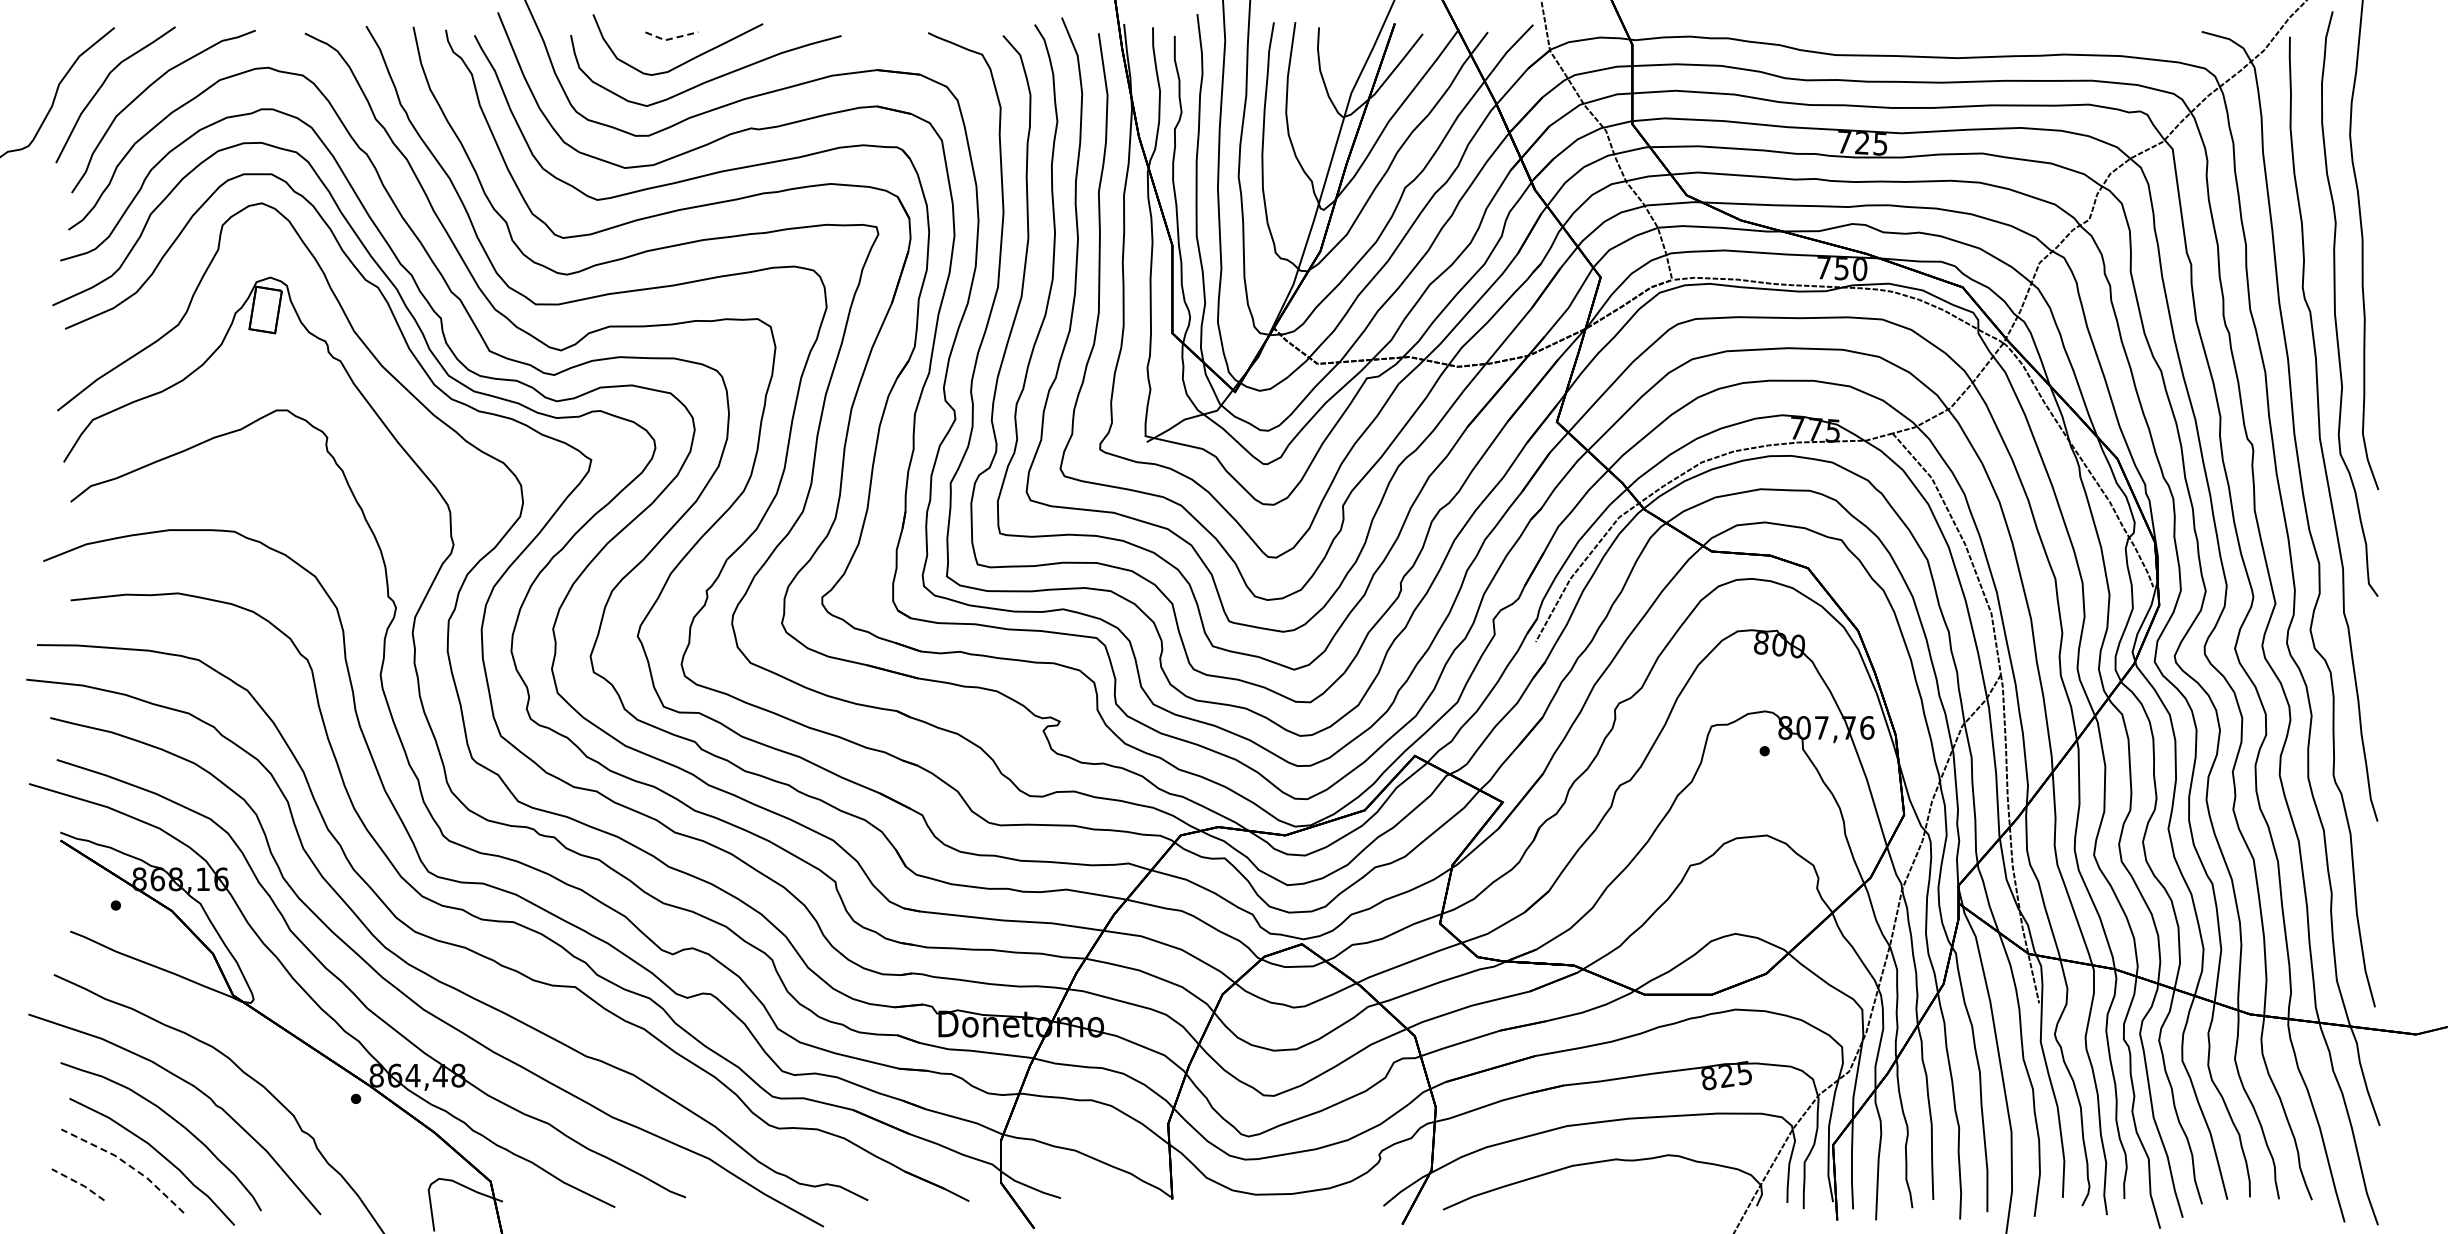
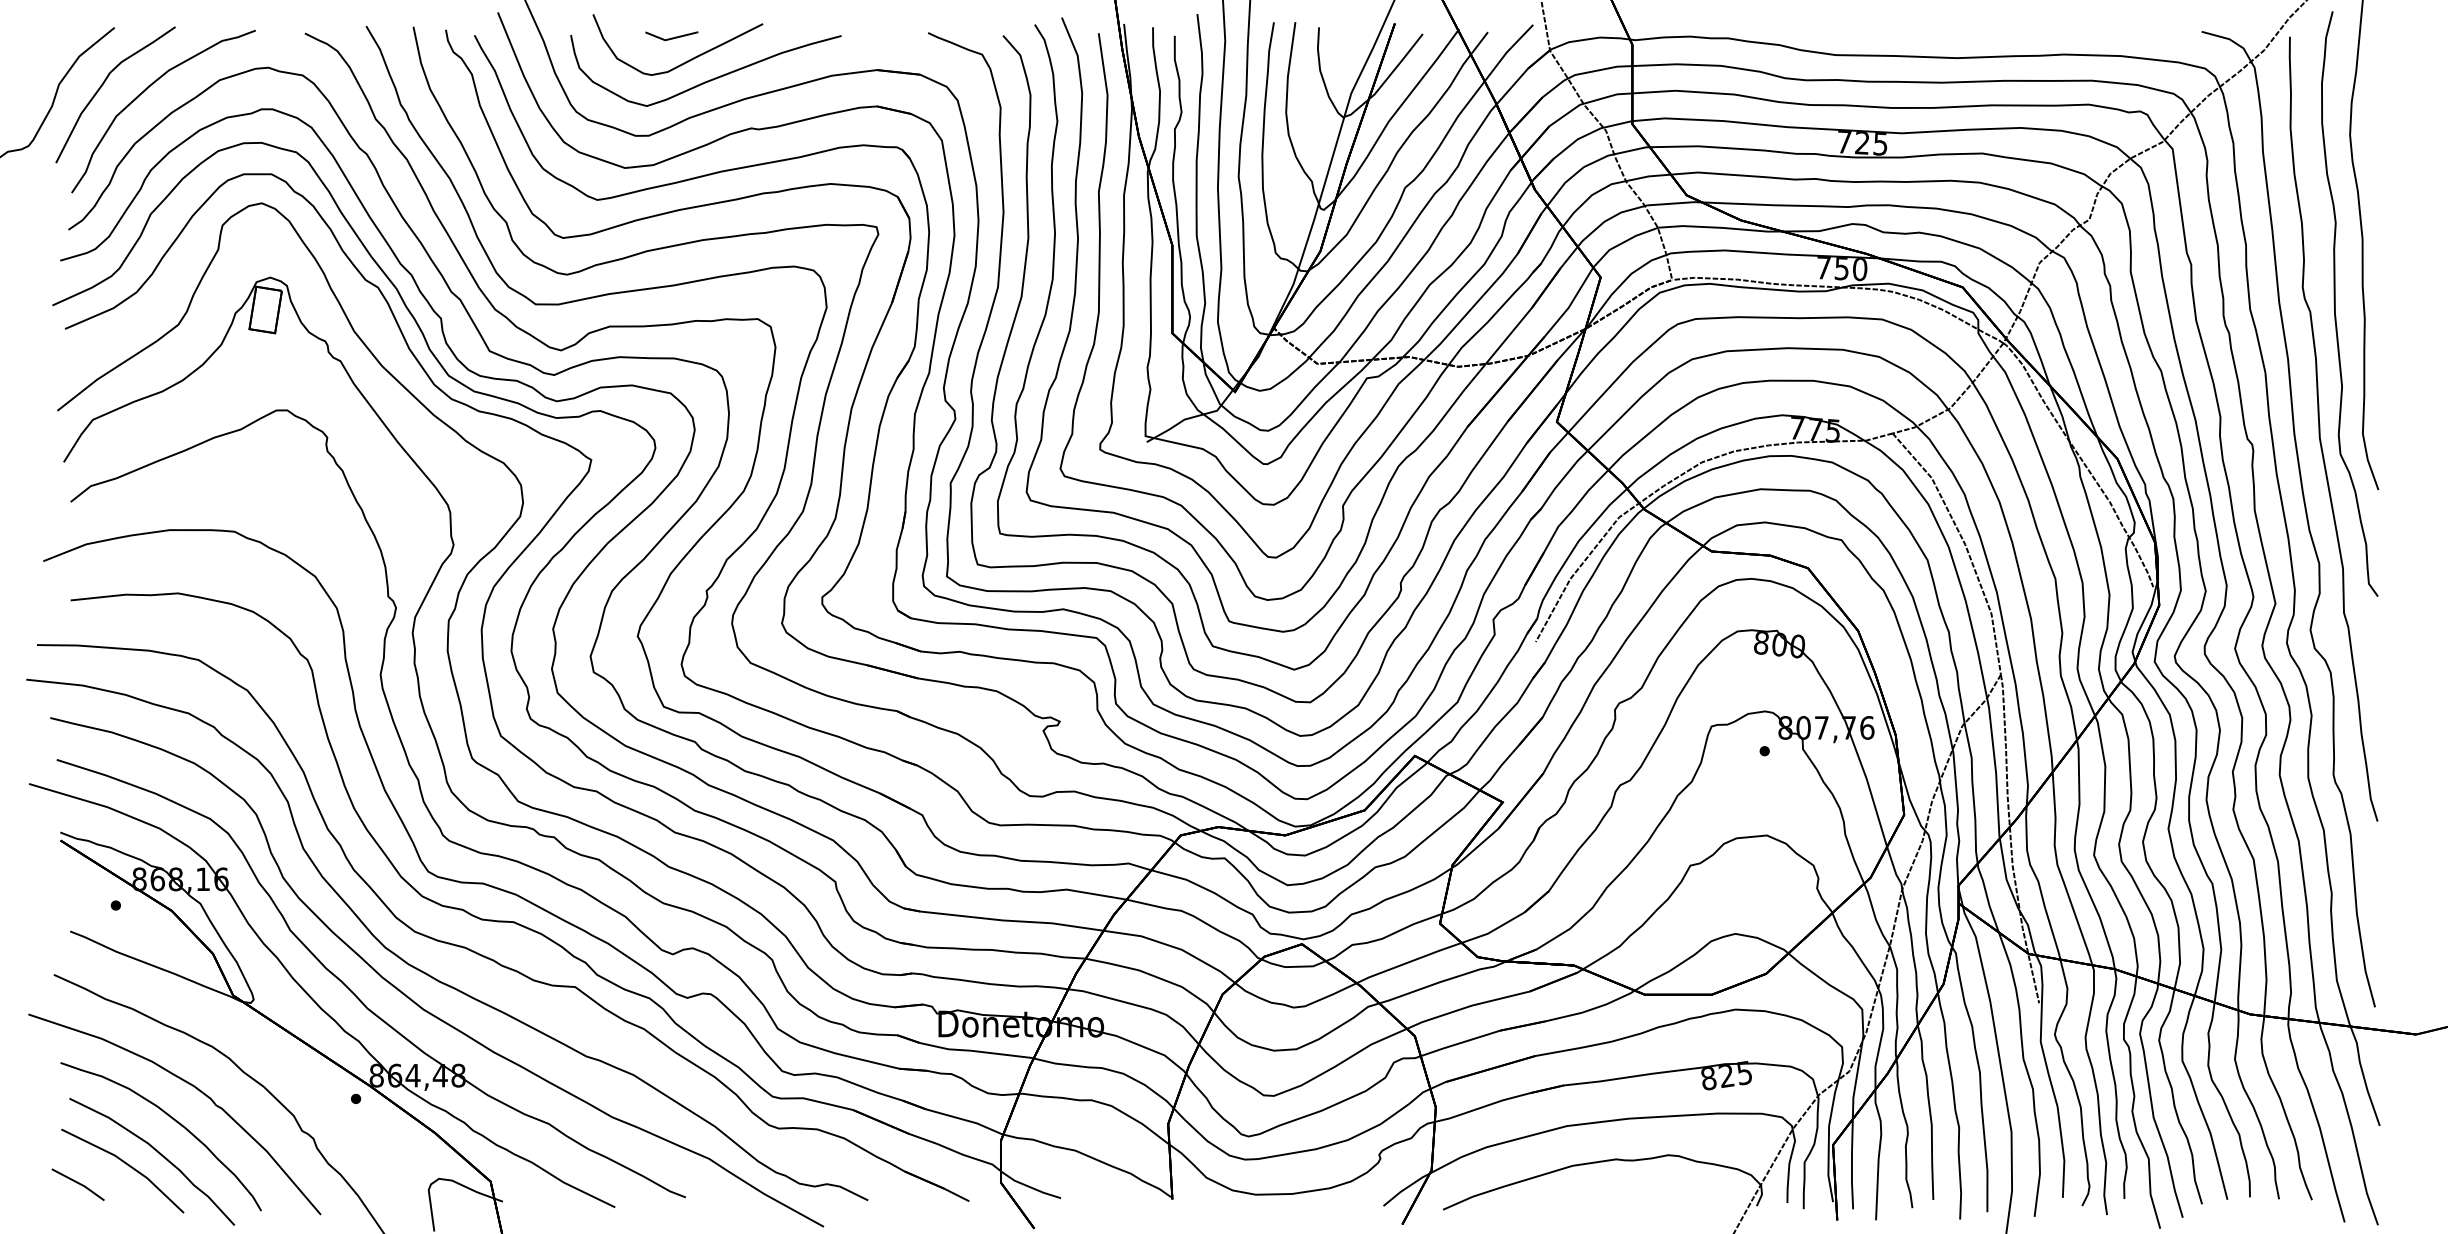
line at (670, 38): dashed -> solid
line at (126, 1163): dashed -> solid
line at (79, 1183): dashed -> solid
